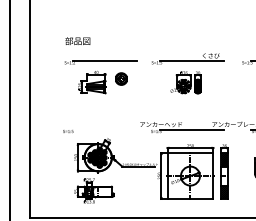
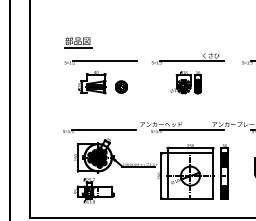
line at (77, 47): none -> present
part at (121, 78) position: (121, 78) -> (121, 86)
line at (104, 129): none -> present
